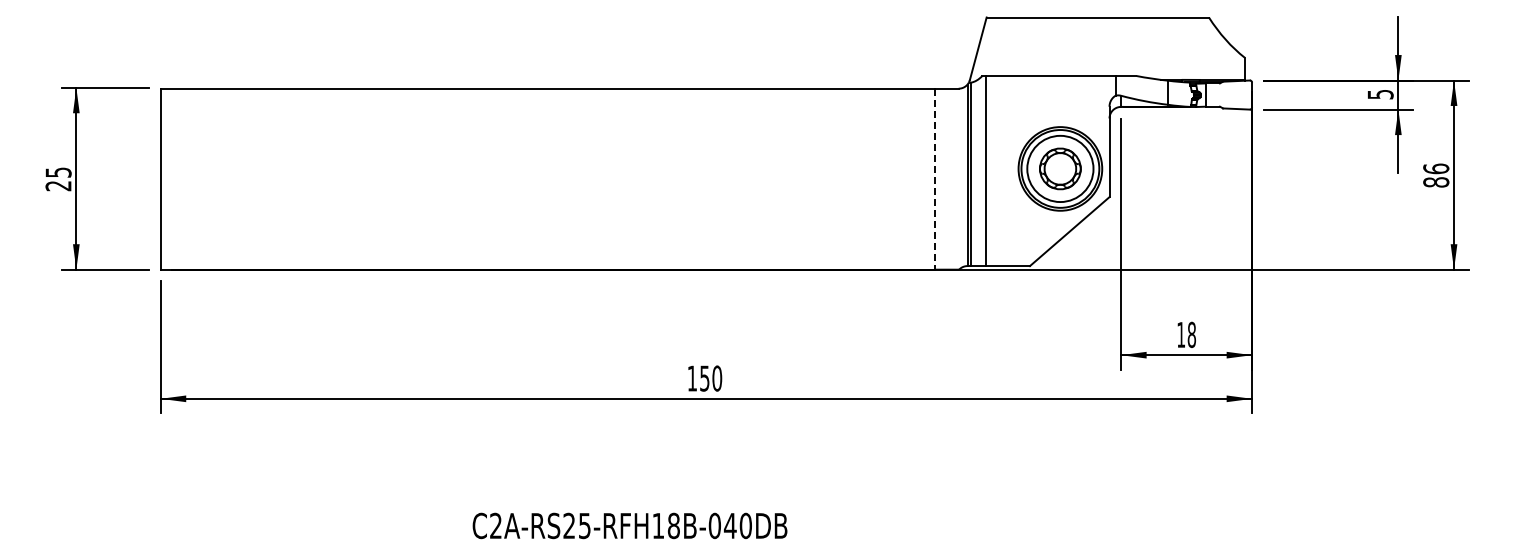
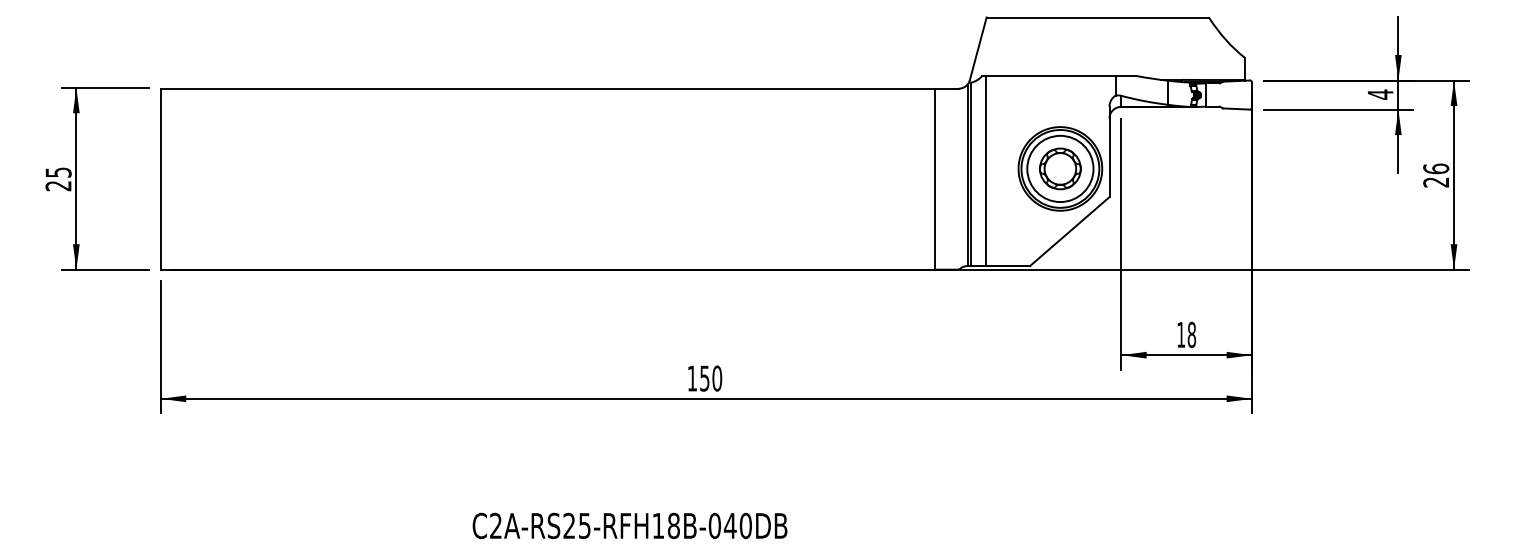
text at (1380, 94): 5 -> 4
line at (935, 179): dashed -> solid
text at (1436, 182): 86 -> 26
